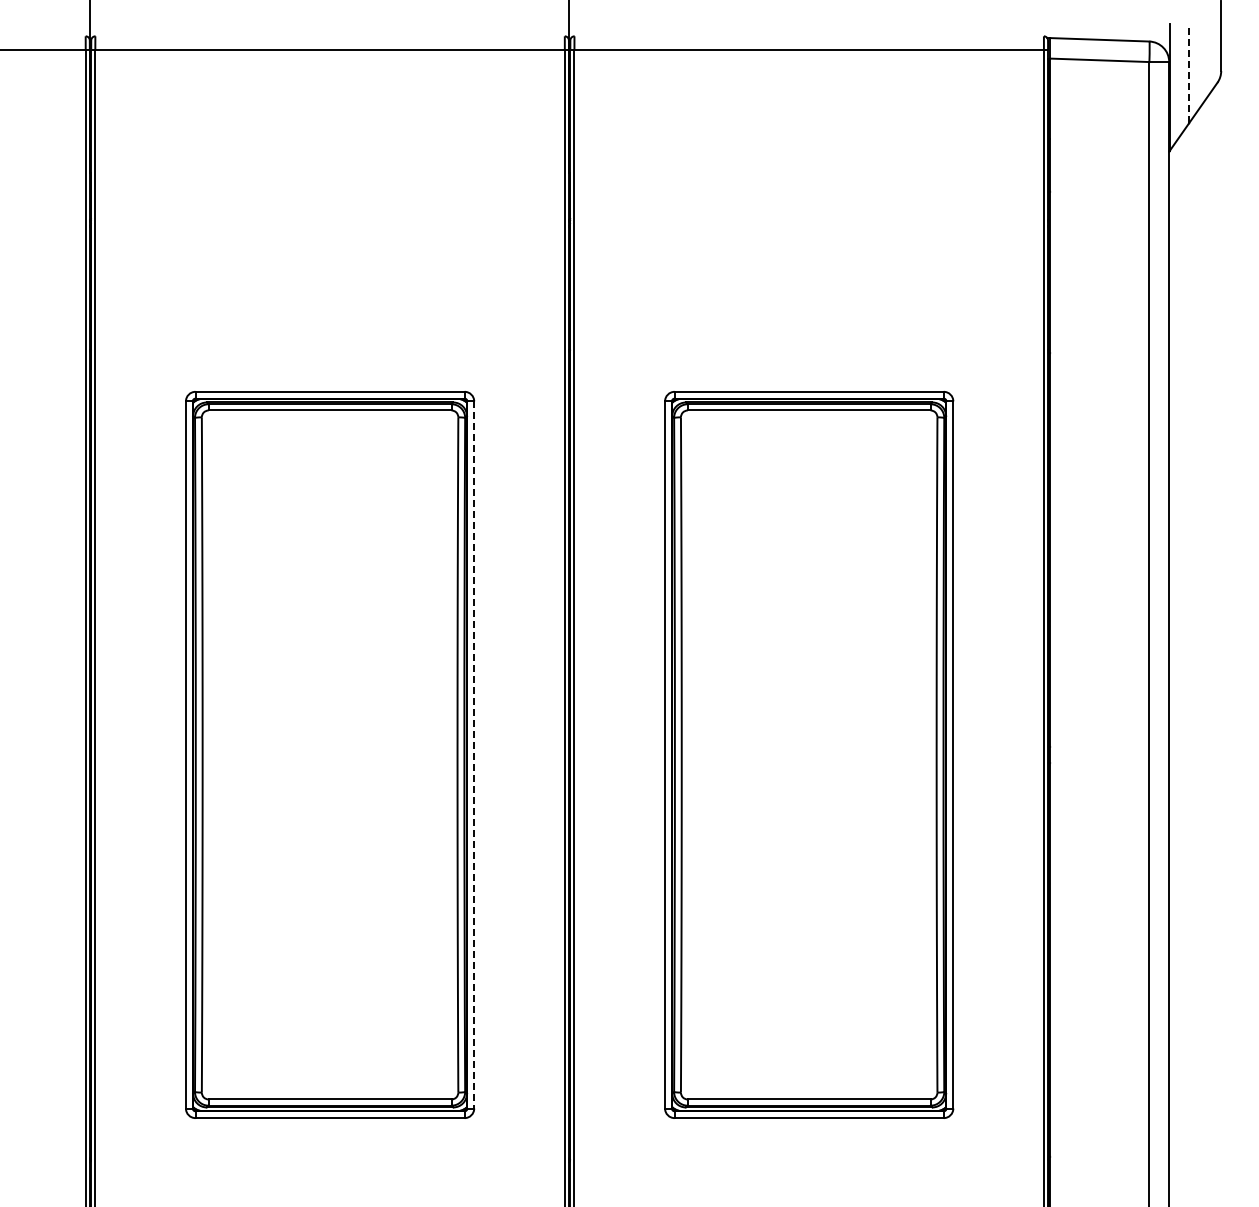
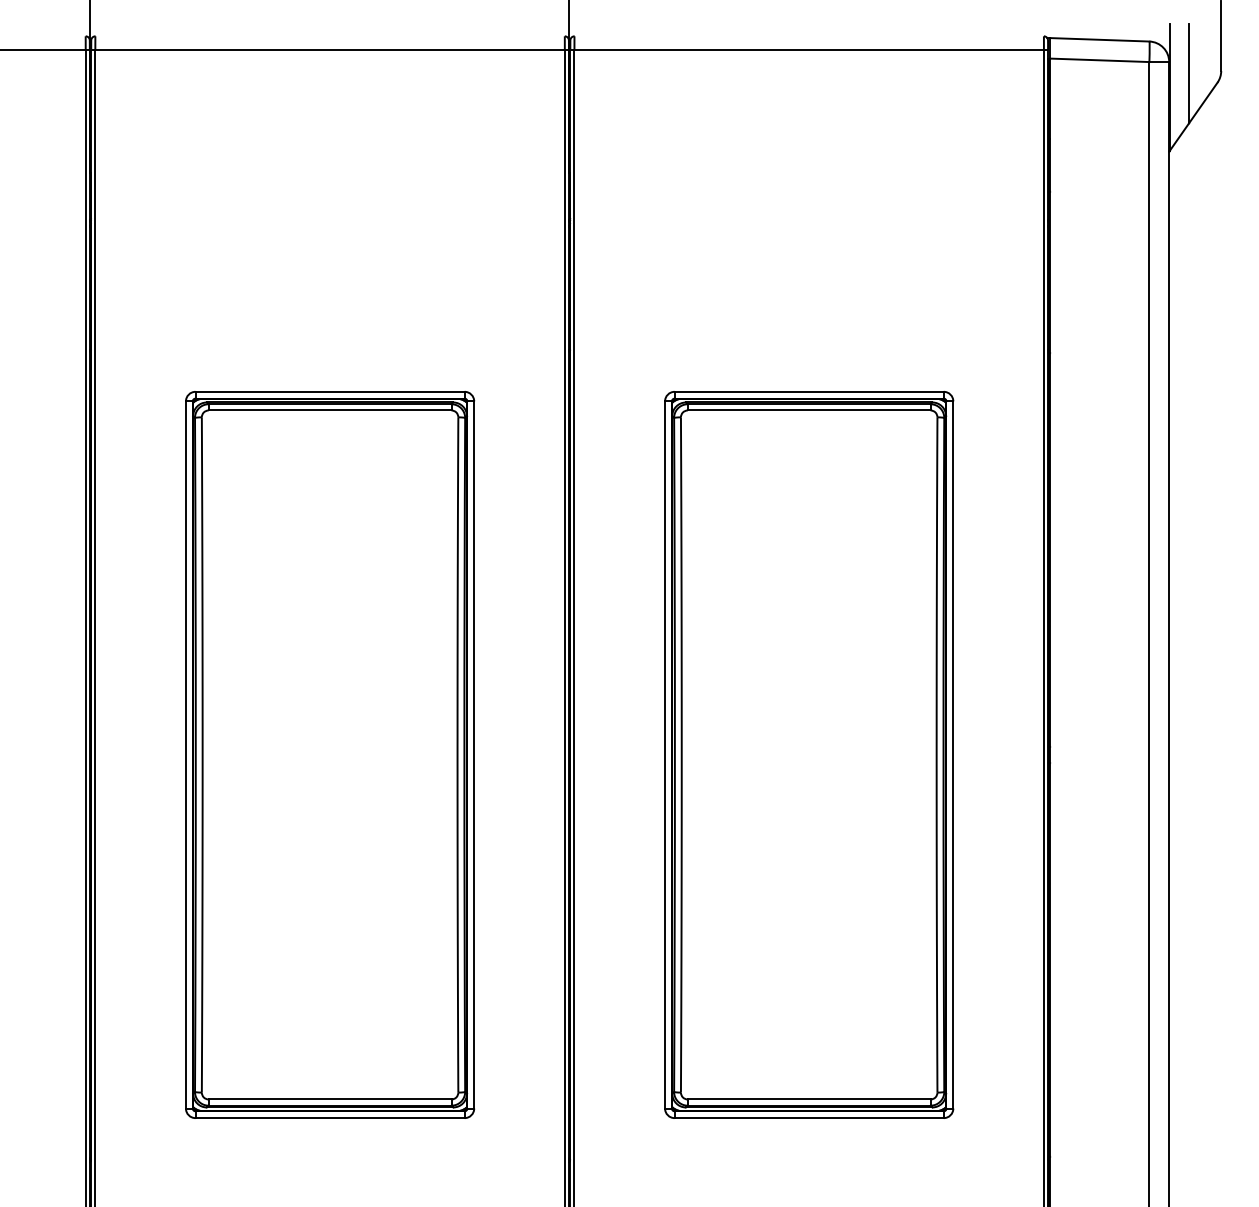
line at (1189, 73): dashed -> solid
line at (474, 754): dashed -> solid
